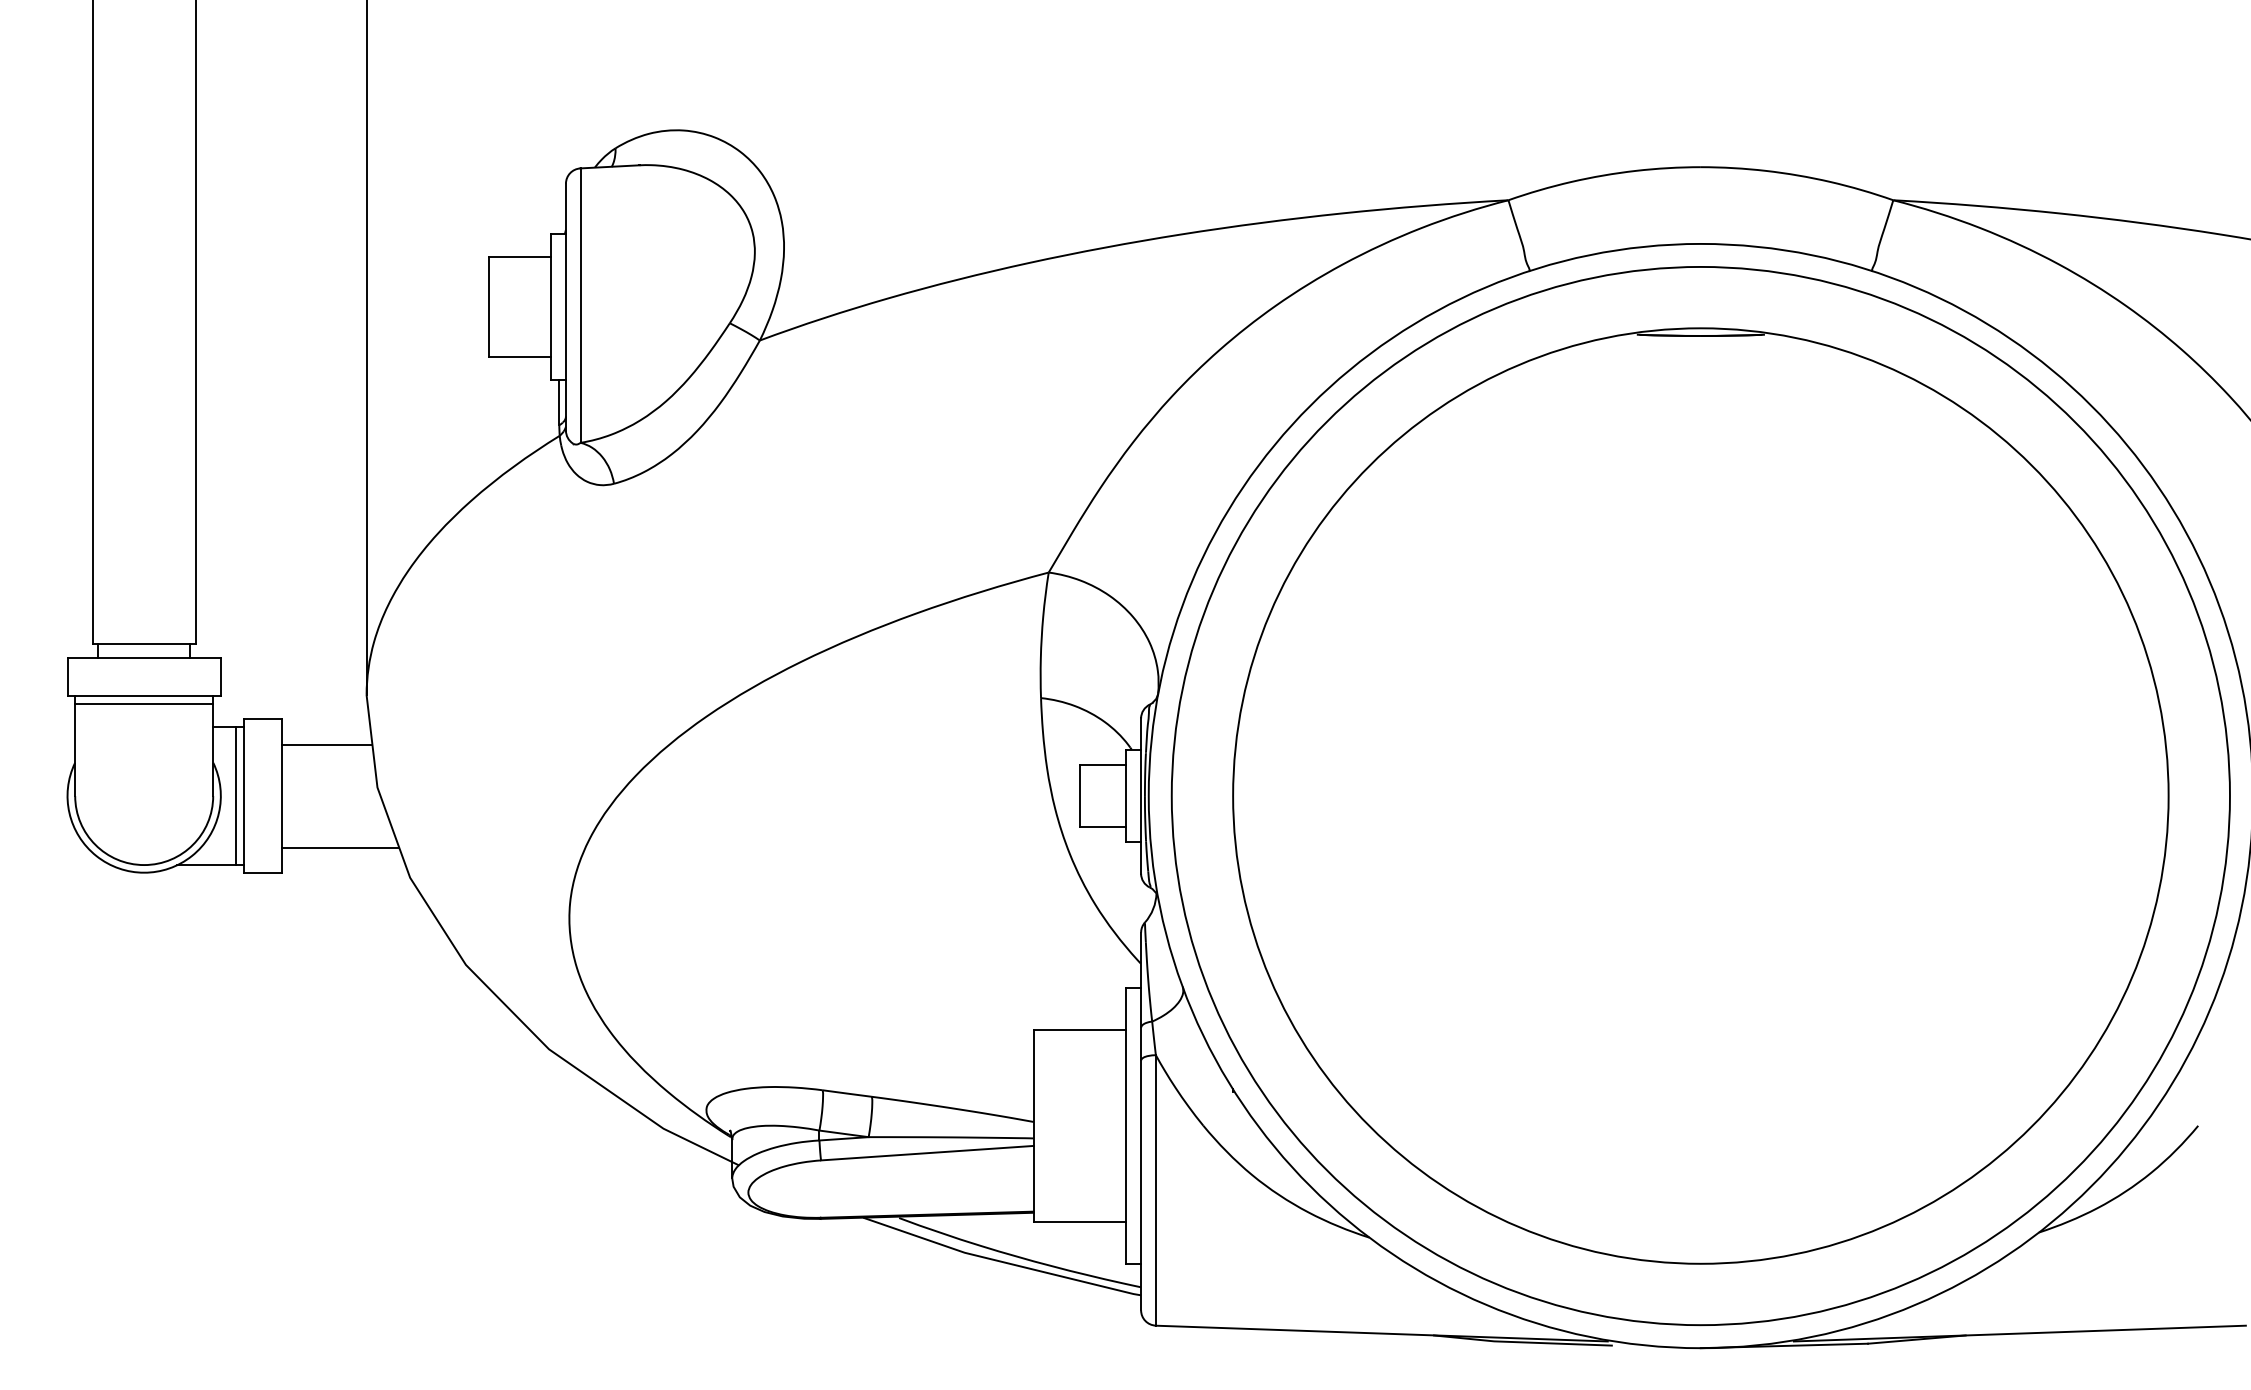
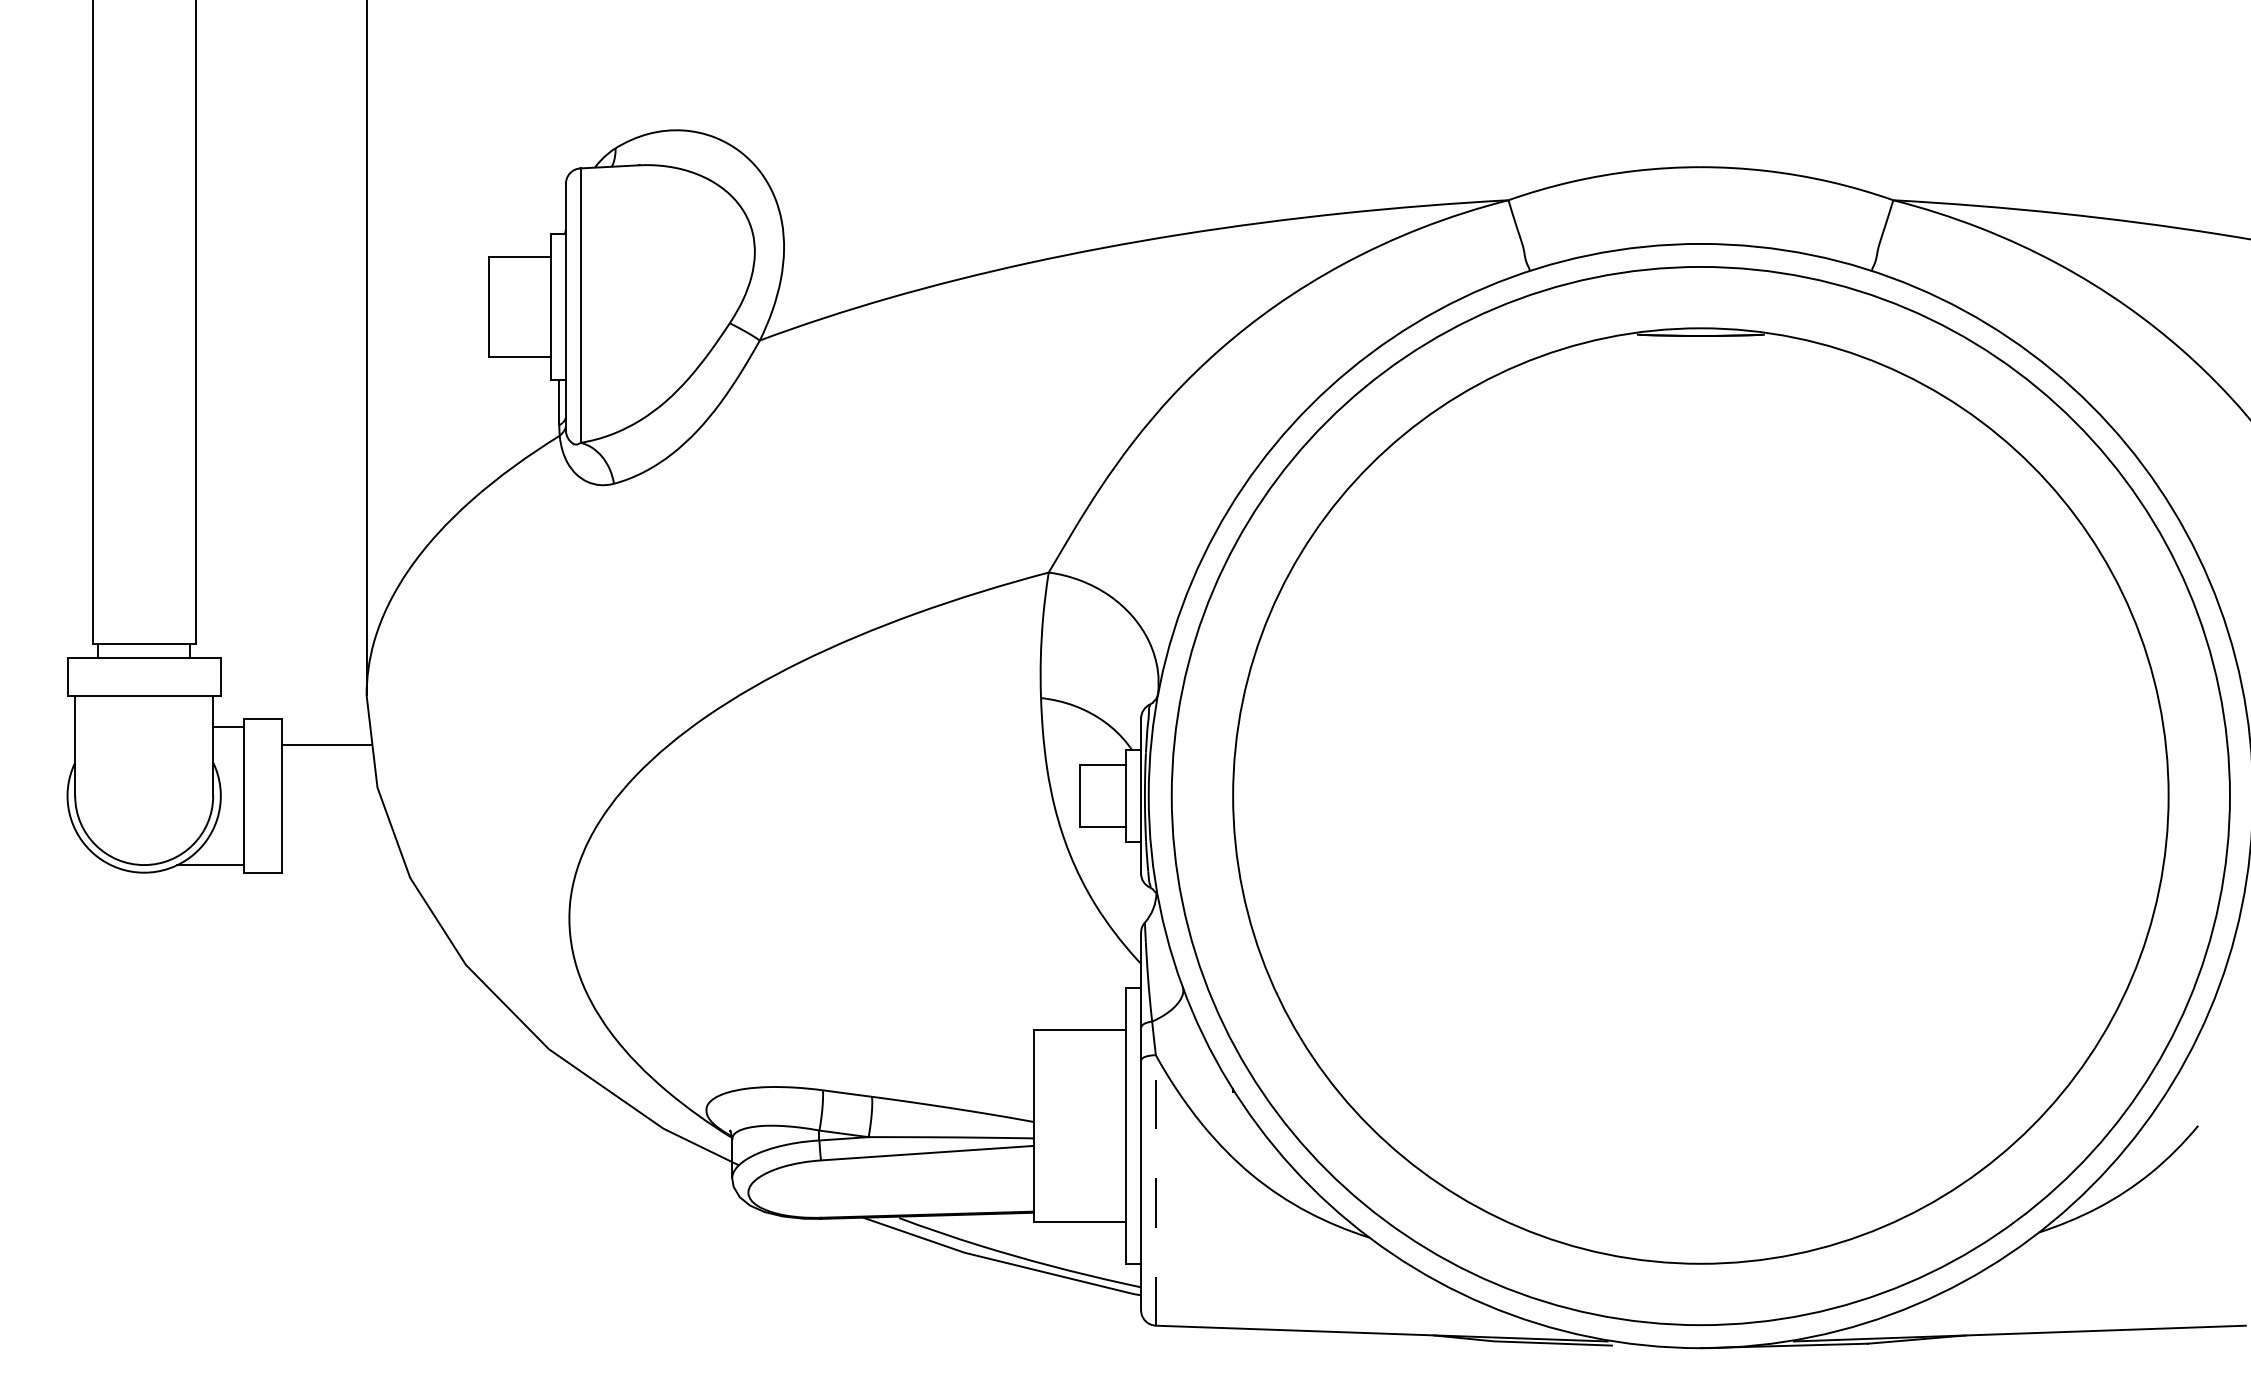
line at (144, 704): present -> none
line at (236, 796): present -> none
line at (340, 847): present -> none
line at (1155, 1189): solid -> dashed
